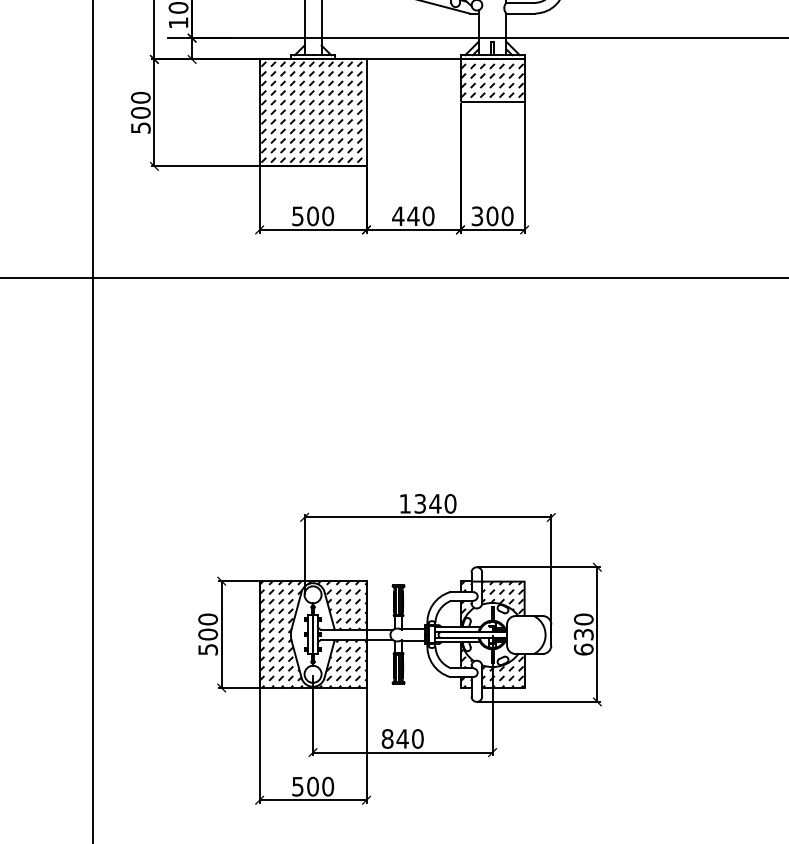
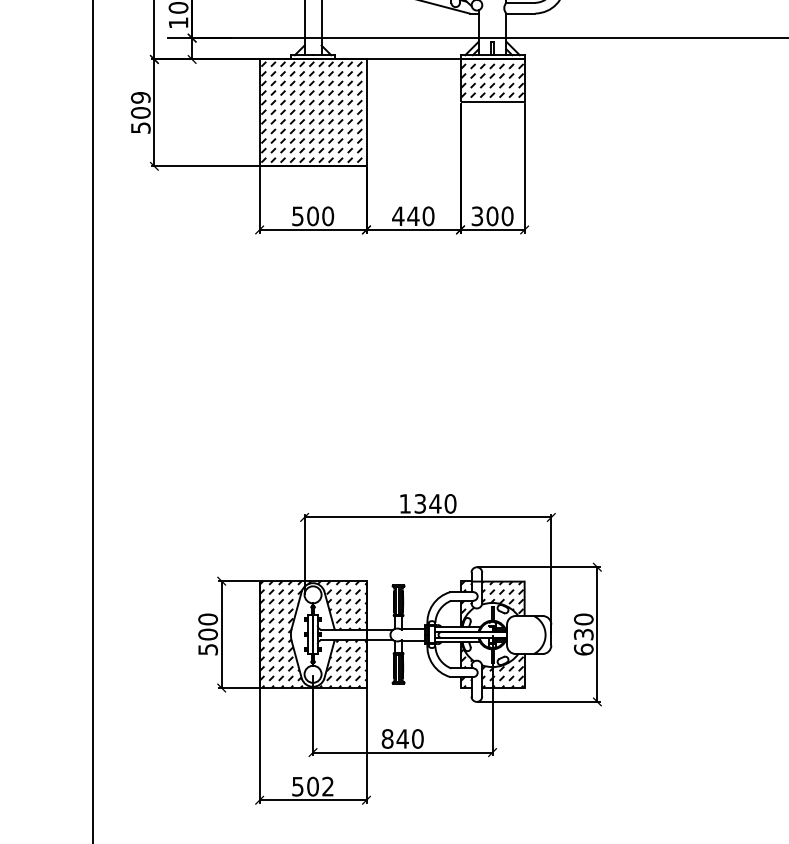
text at (140, 97): 500 -> 509
line at (393, 277): present -> none
text at (328, 786): 500 -> 502
